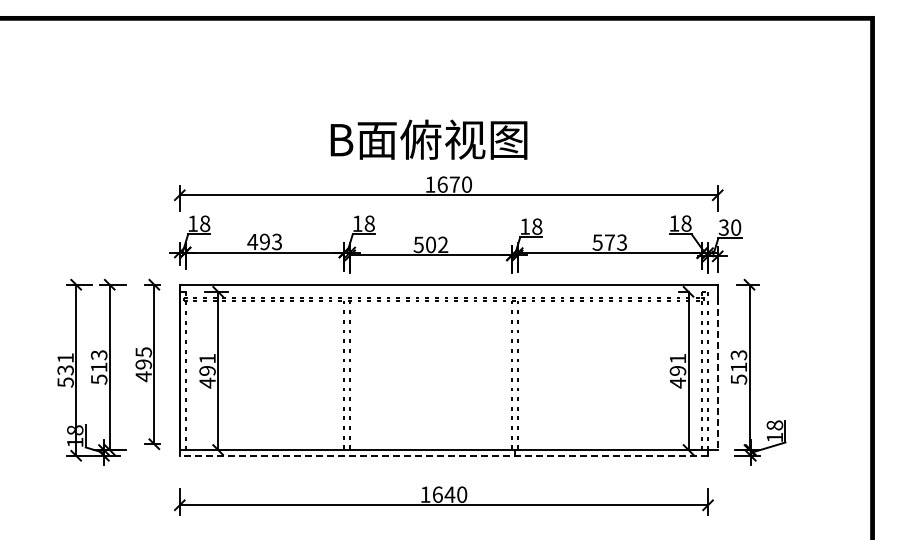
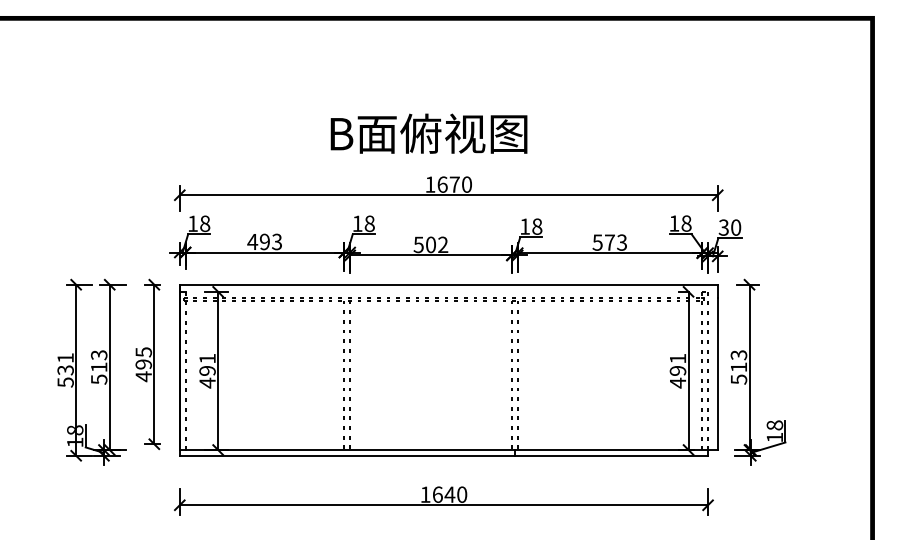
text at (428, 139) position: (428, 139) -> (428, 133)
line at (717, 374): dashed -> solid
line at (443, 455): dashed -> solid
